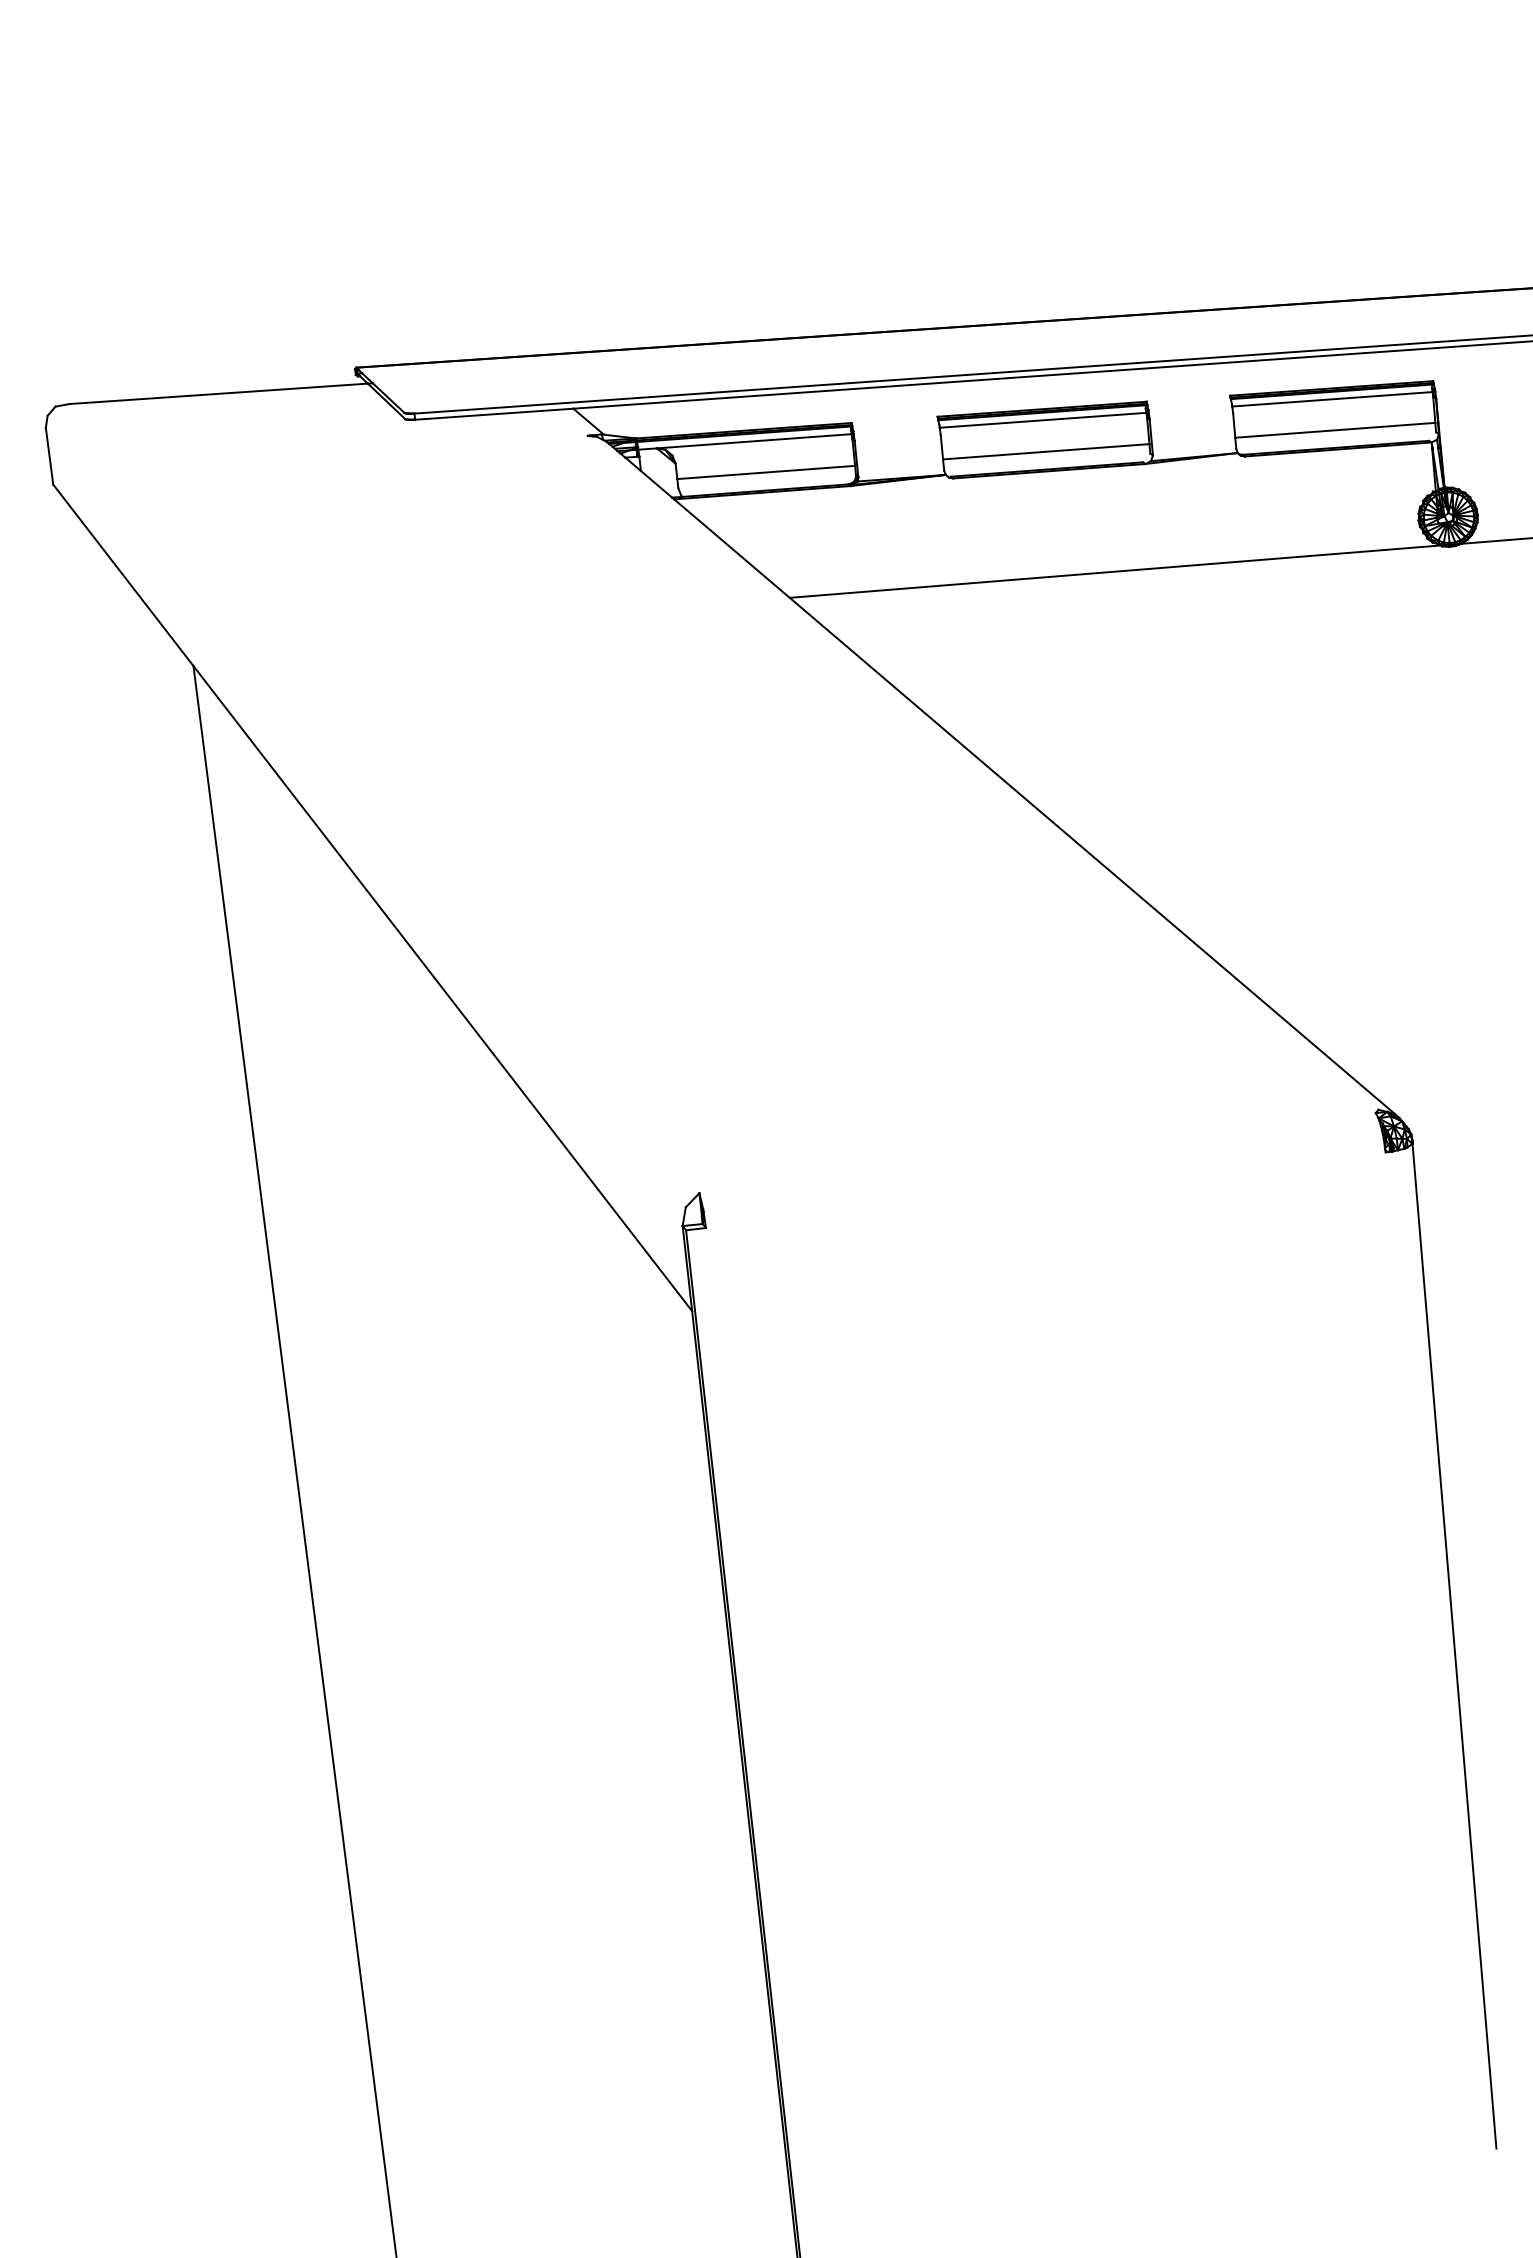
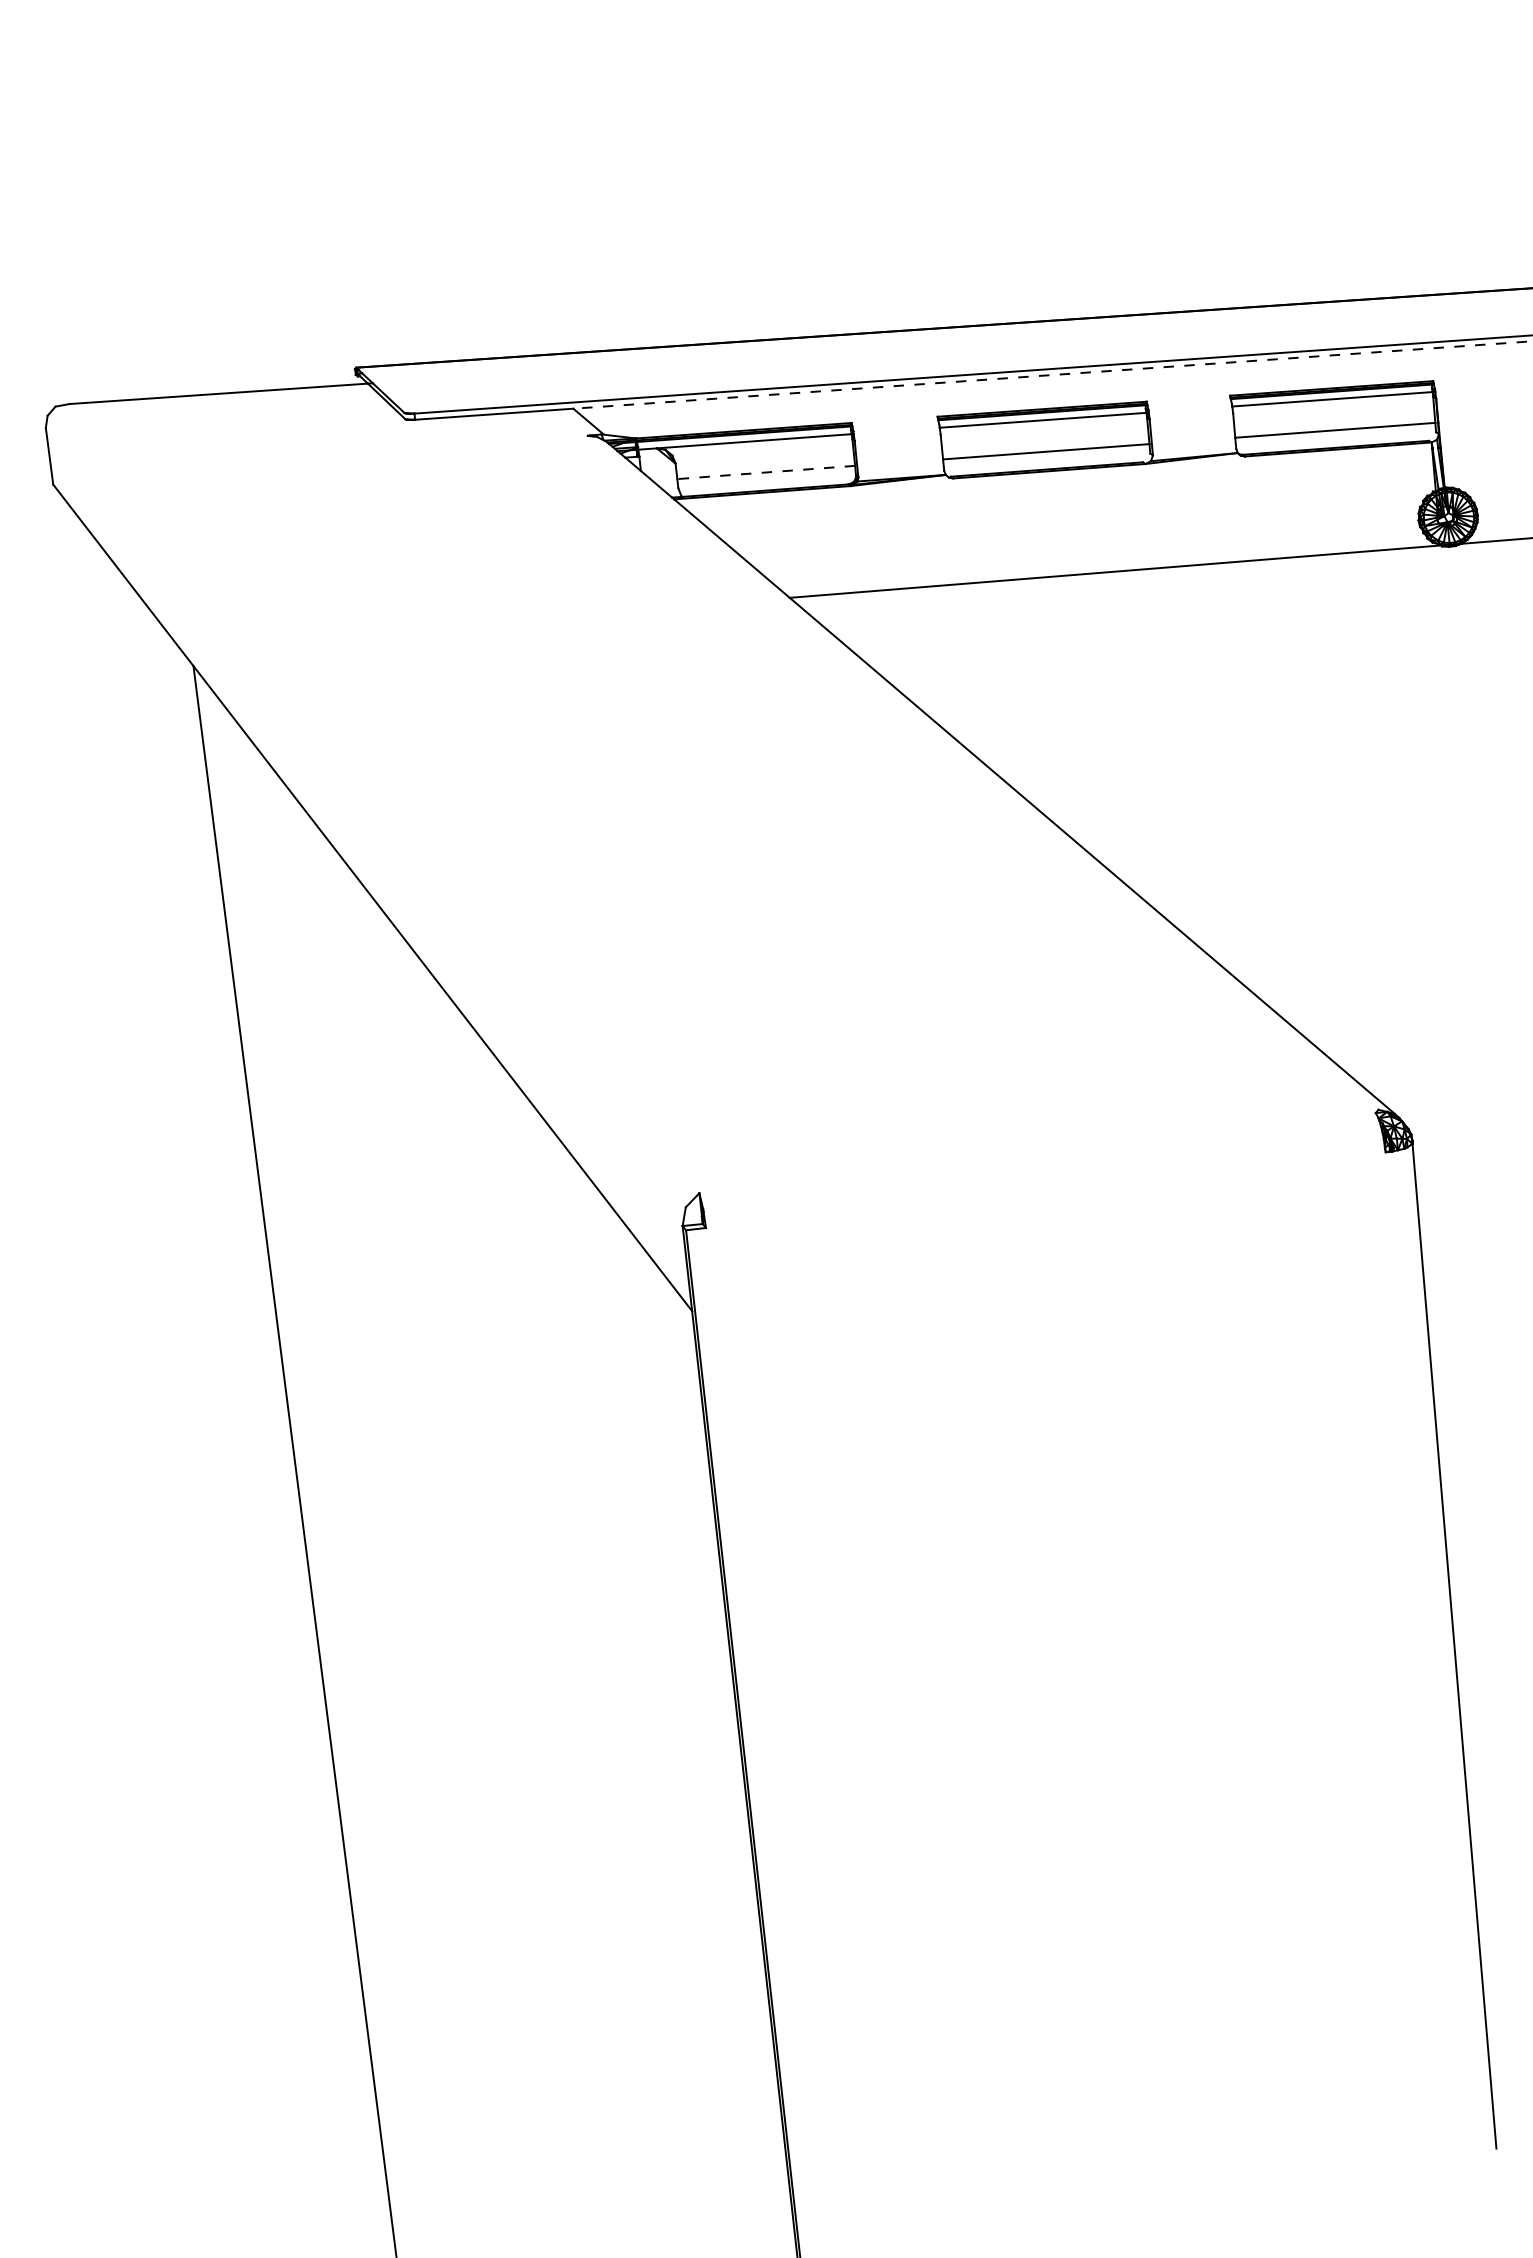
line at (1053, 375): solid -> dashed
line at (765, 472): solid -> dashed
